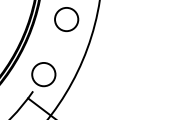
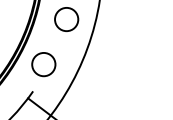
circle at (43, 74) position: (43, 74) -> (43, 64)
